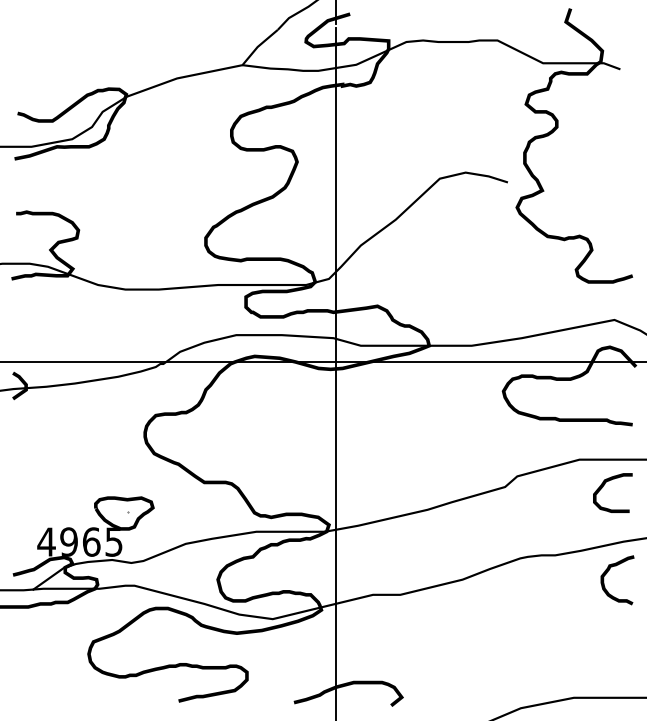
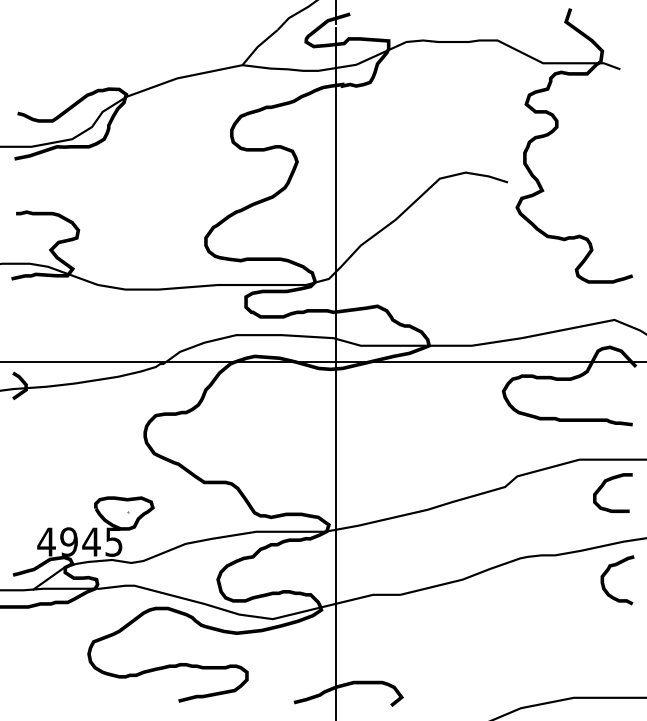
text at (91, 541): 4965 -> 4945
